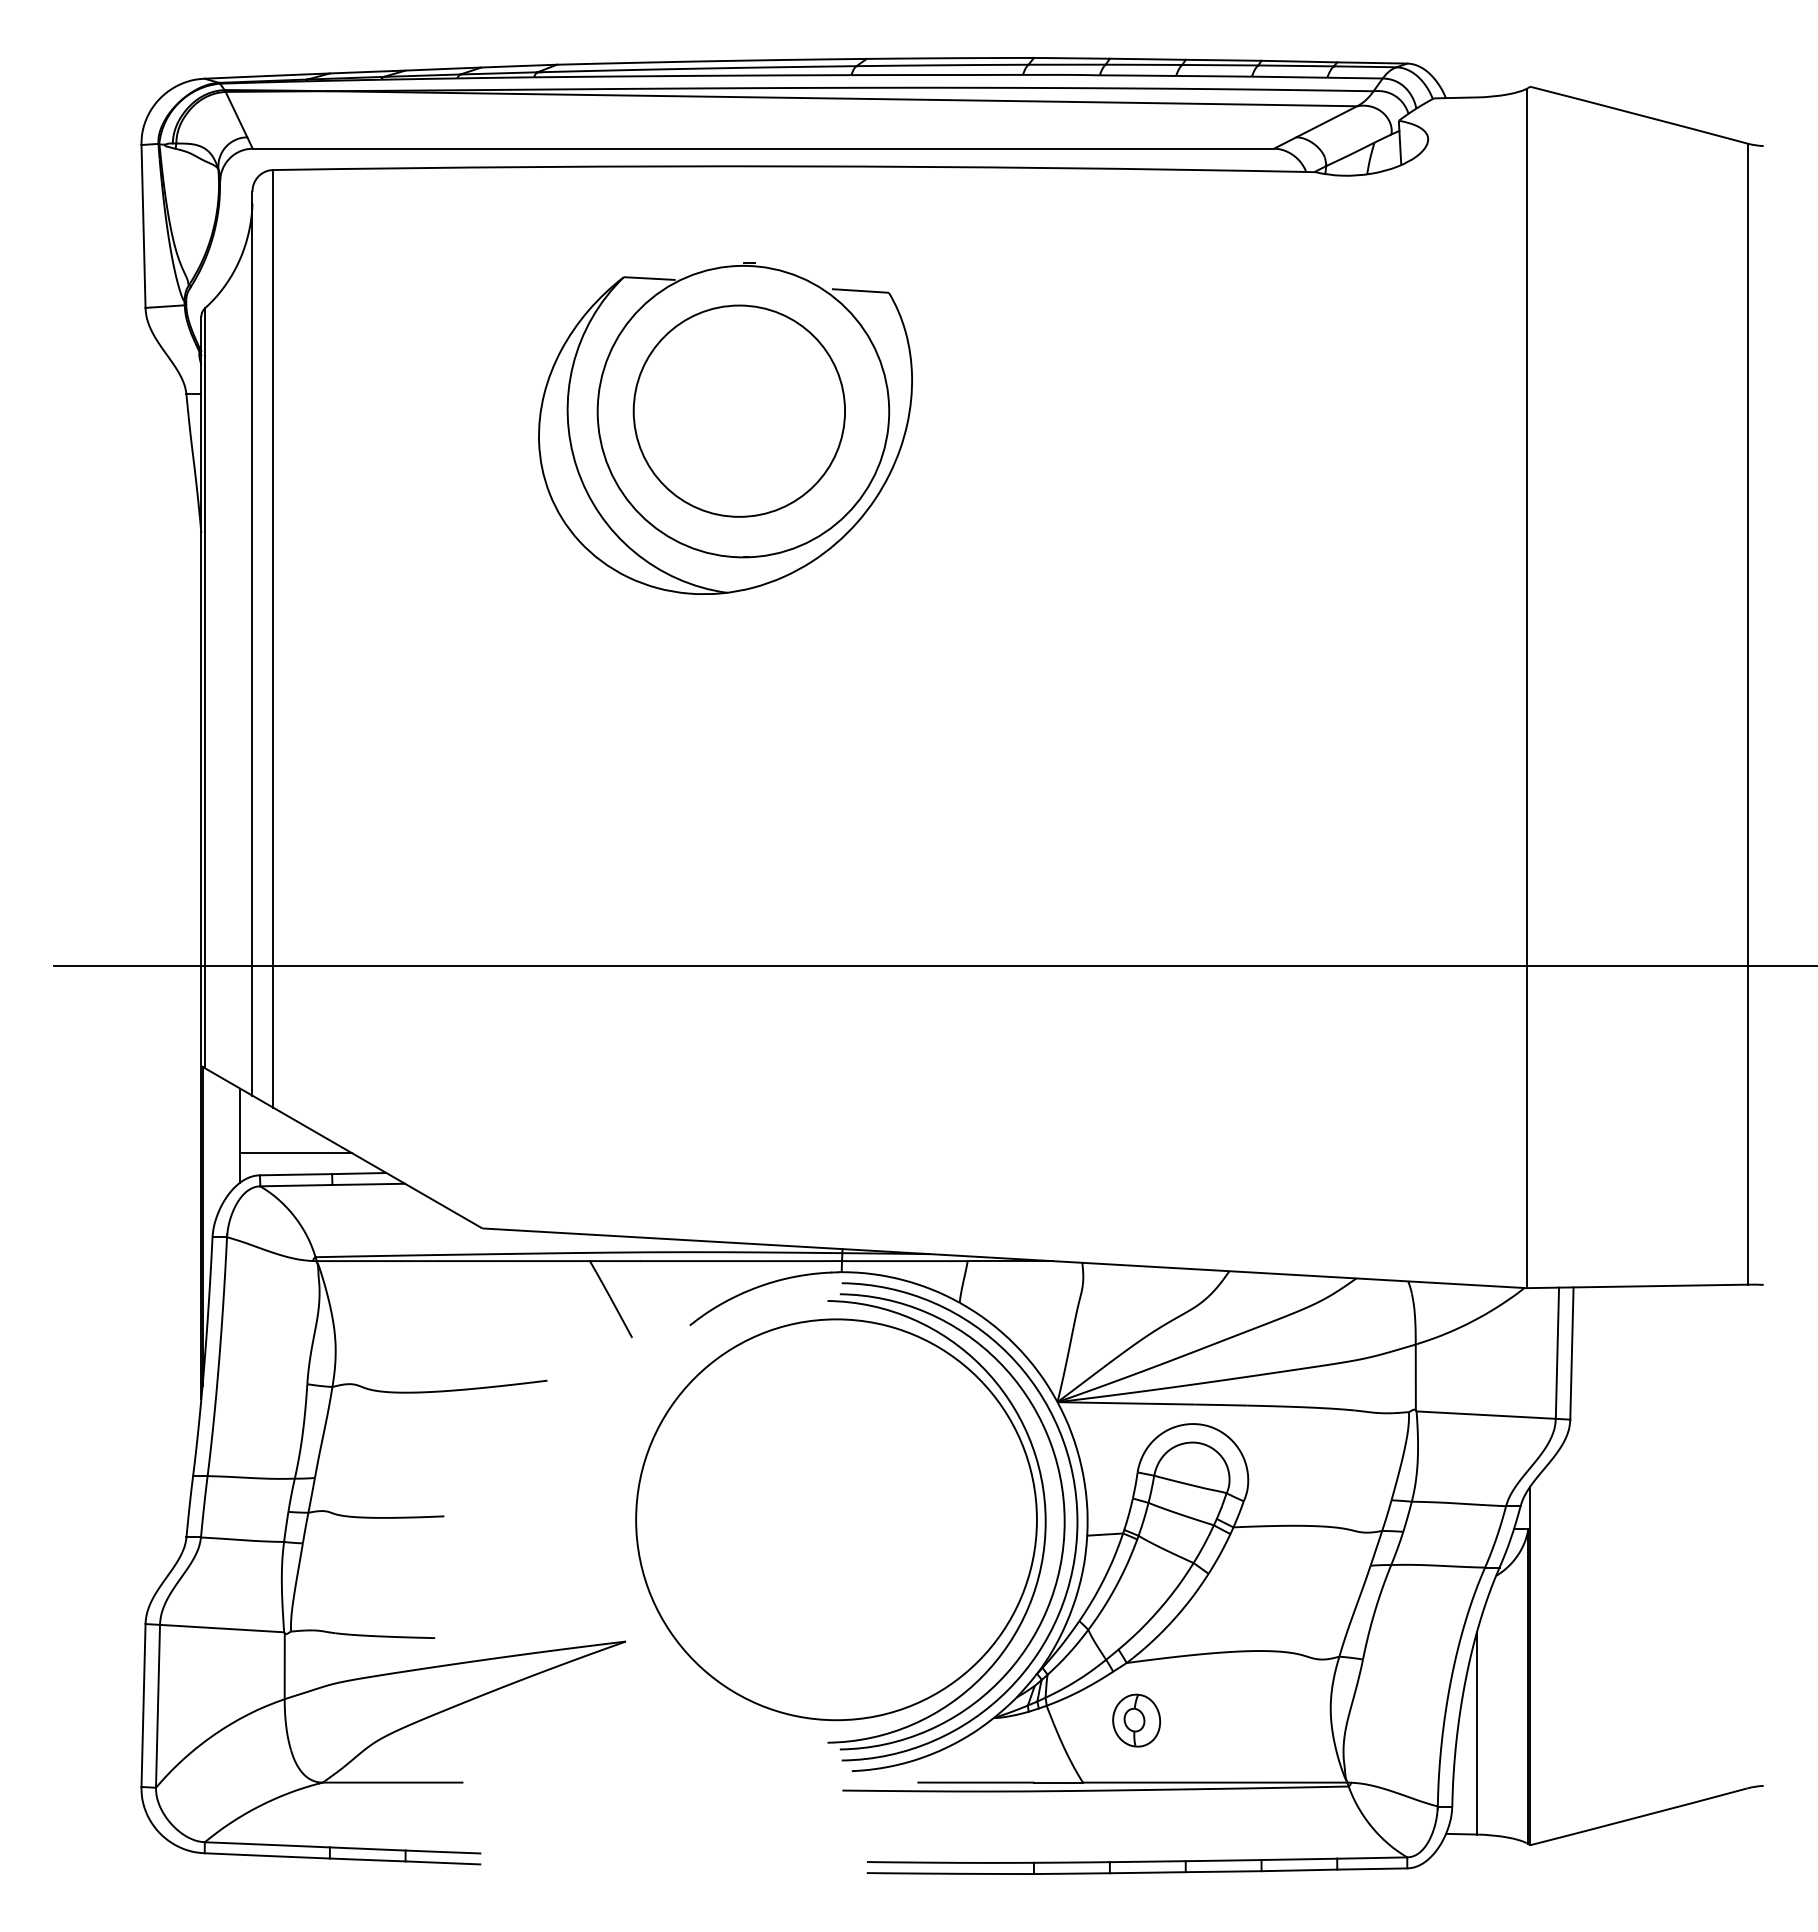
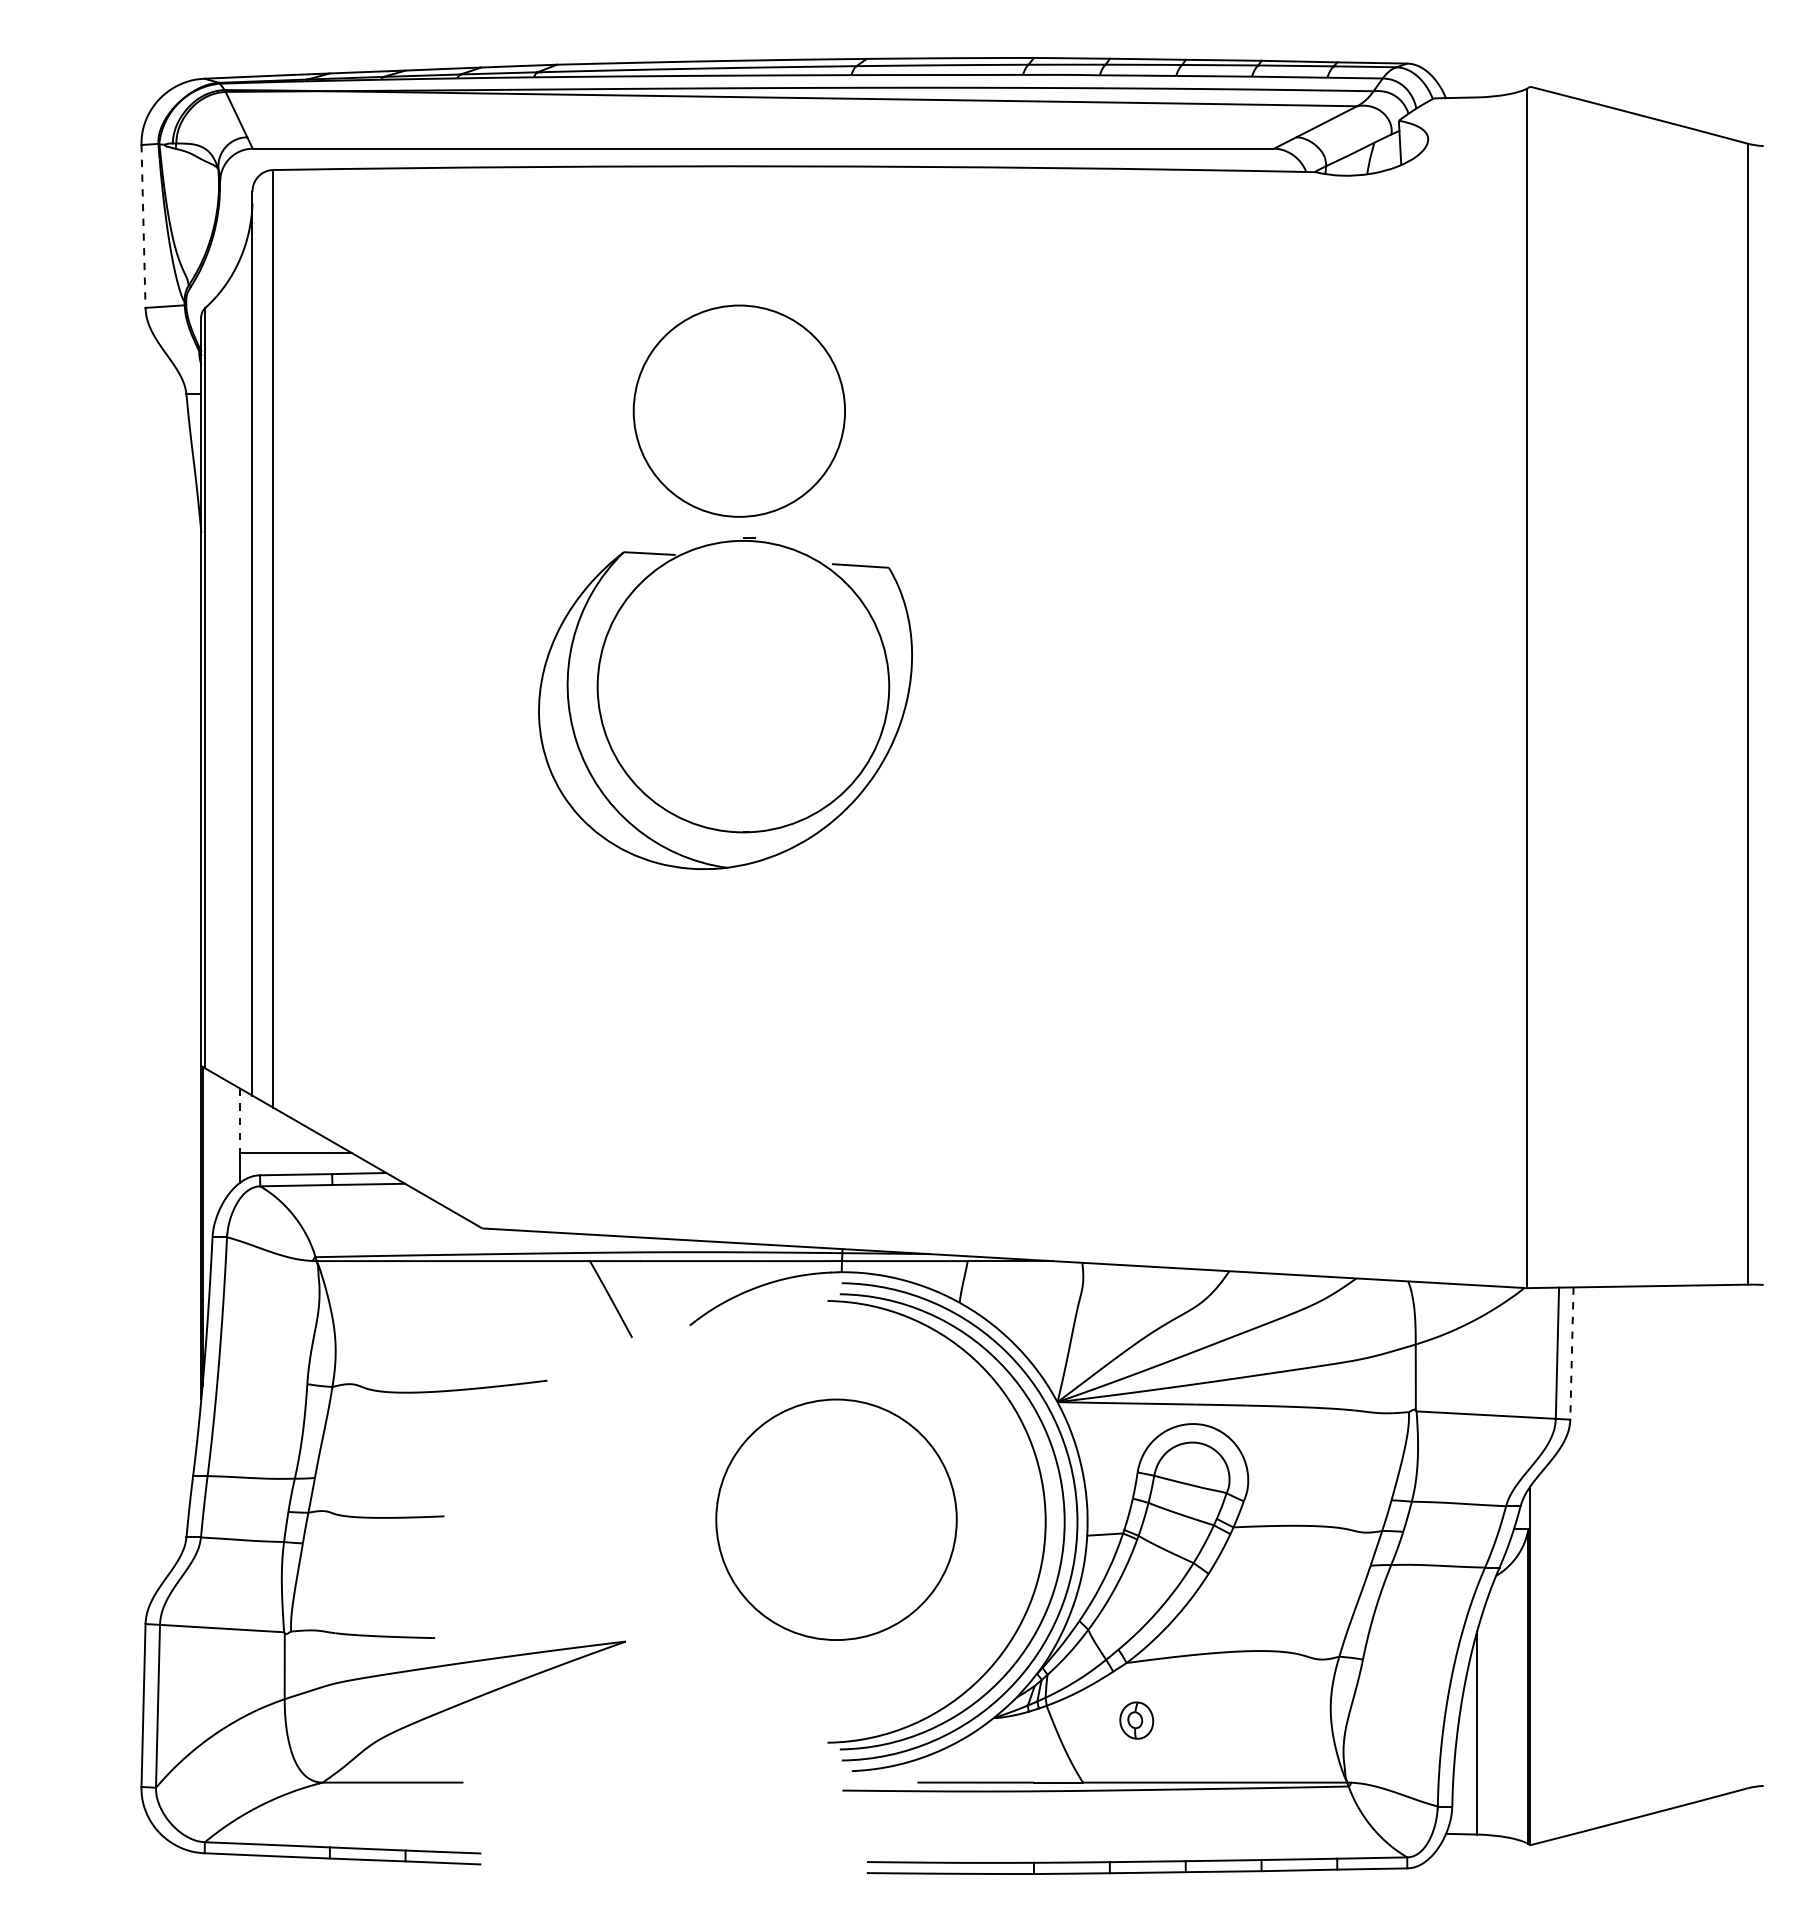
line at (143, 226): solid -> dashed
part at (725, 428) position: (725, 428) -> (725, 703)
line at (934, 966): present -> none
line at (240, 1121): solid -> dashed
line at (1571, 1354): solid -> dashed
circle at (836, 1519) diameter: 401 px -> 240 px
part at (1136, 1720) size: 50x55 px -> 36x39 px
